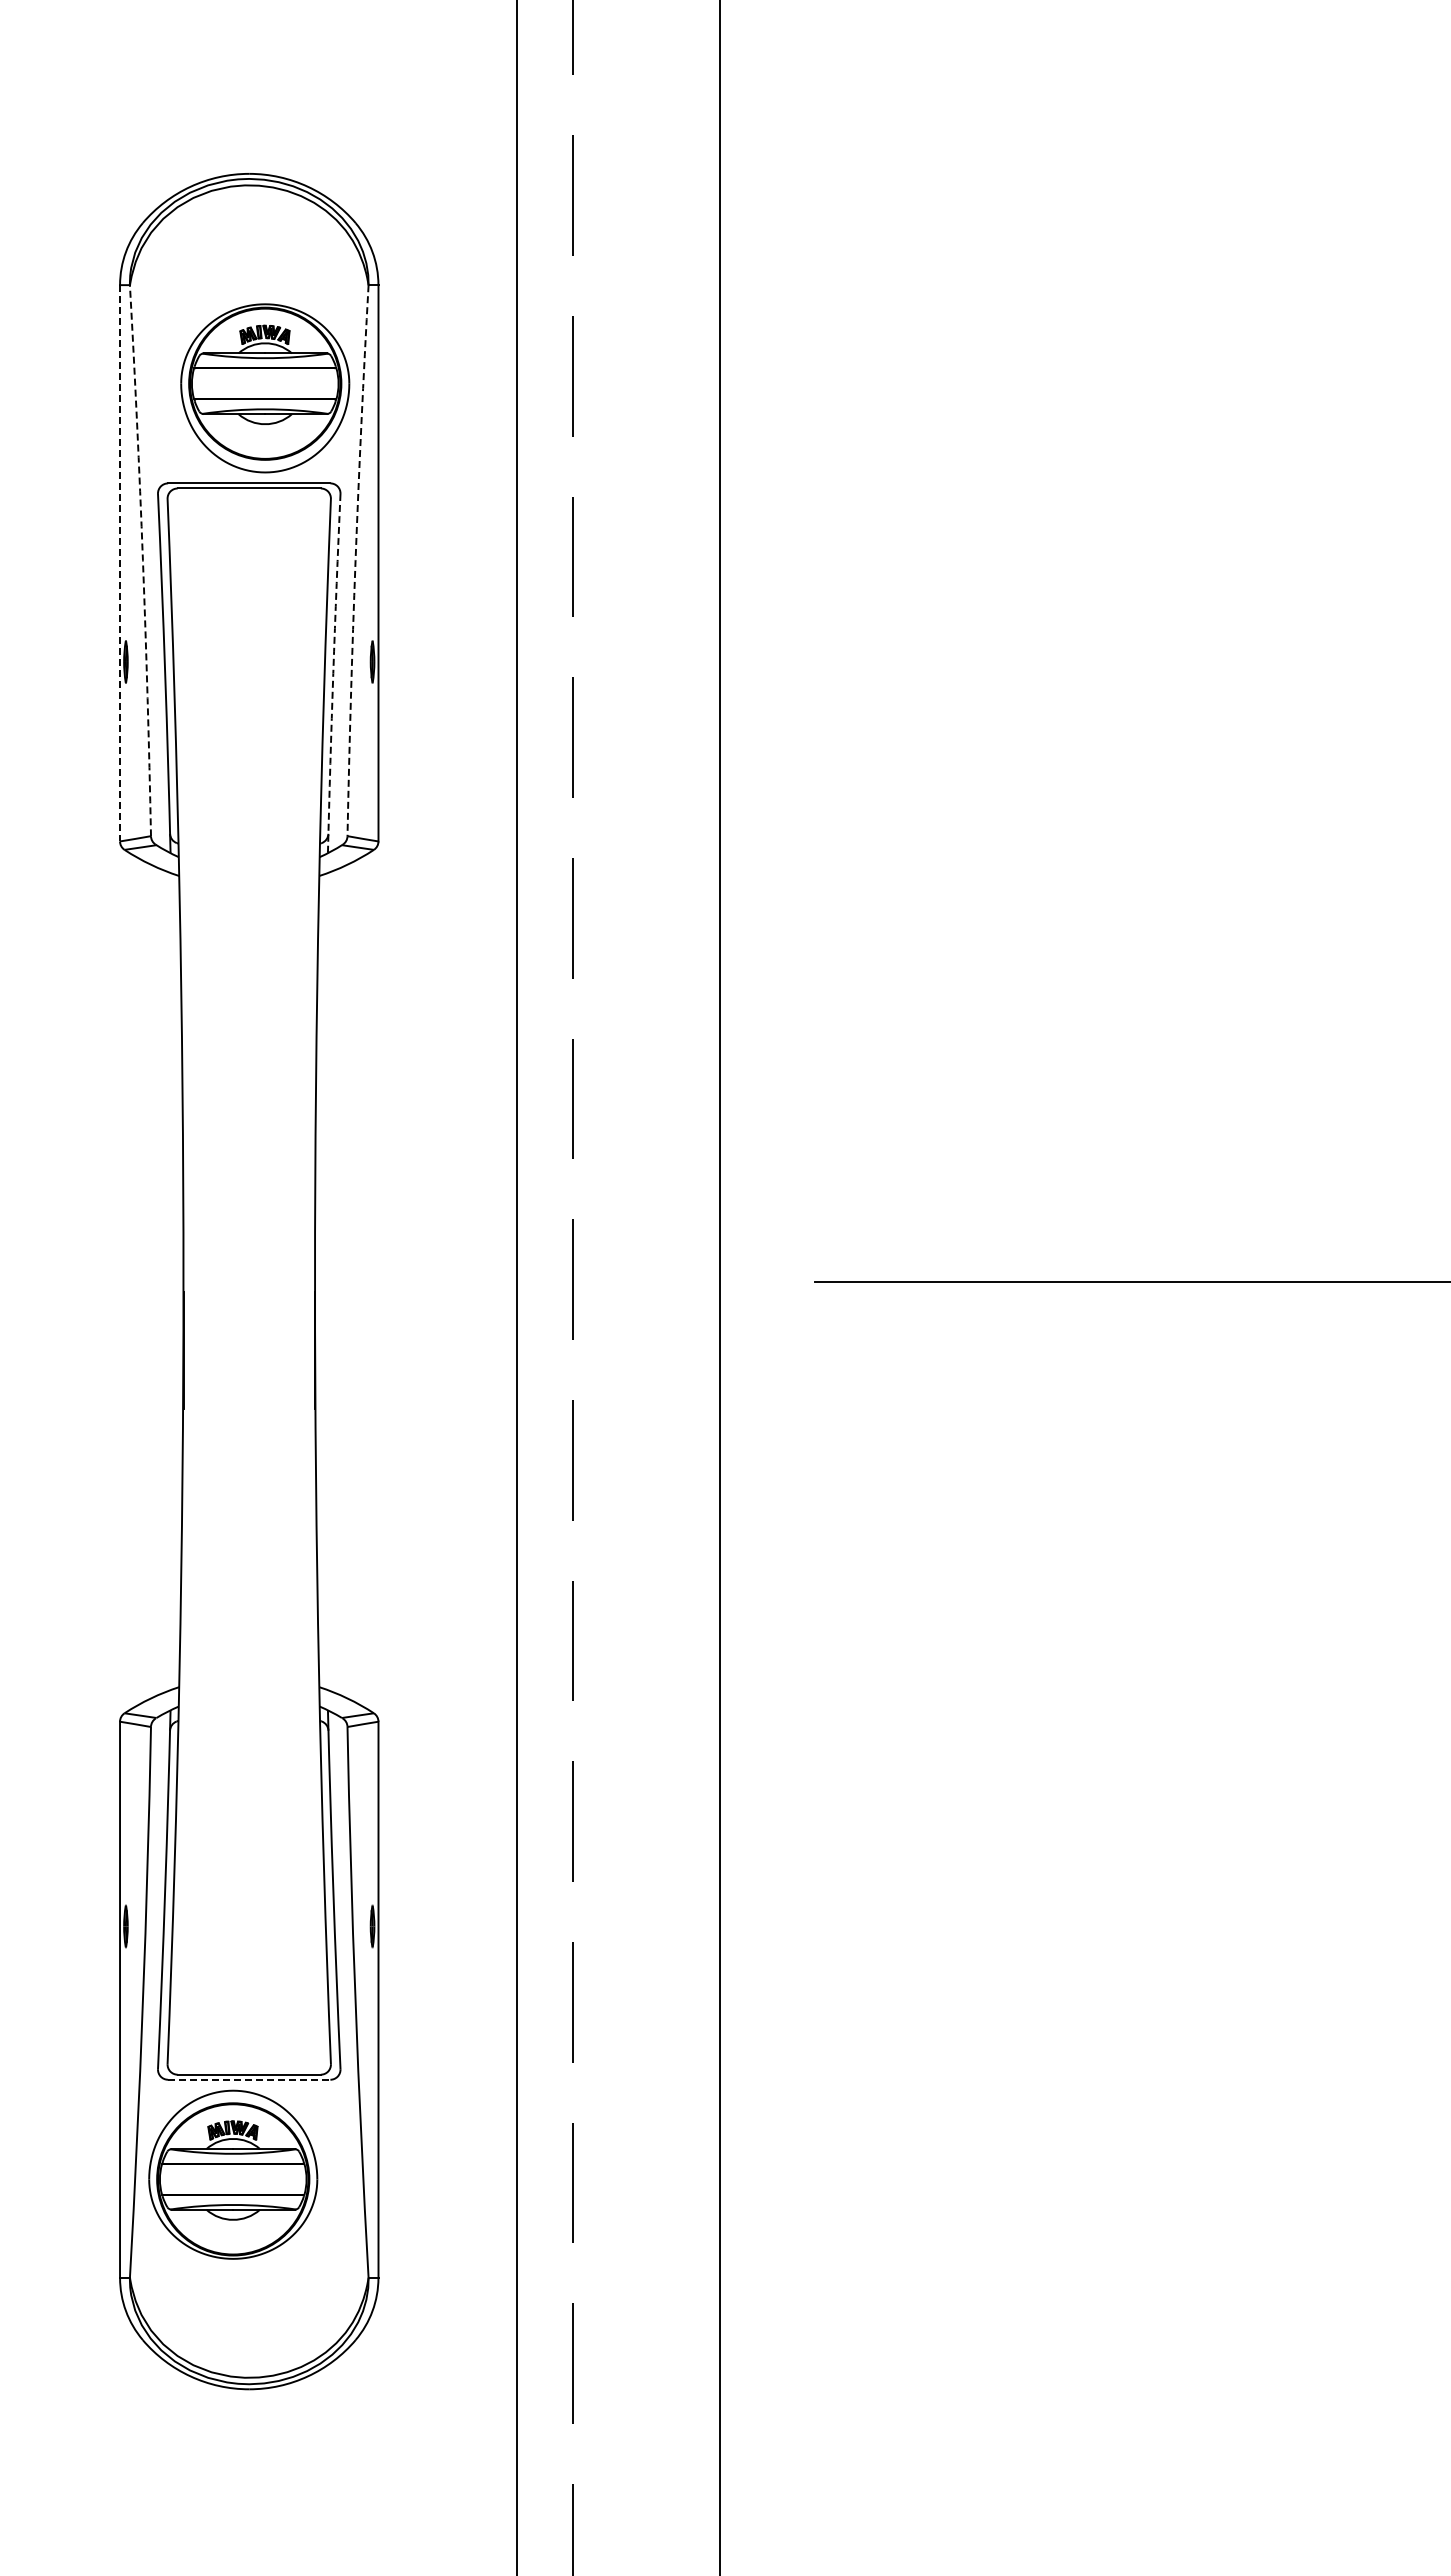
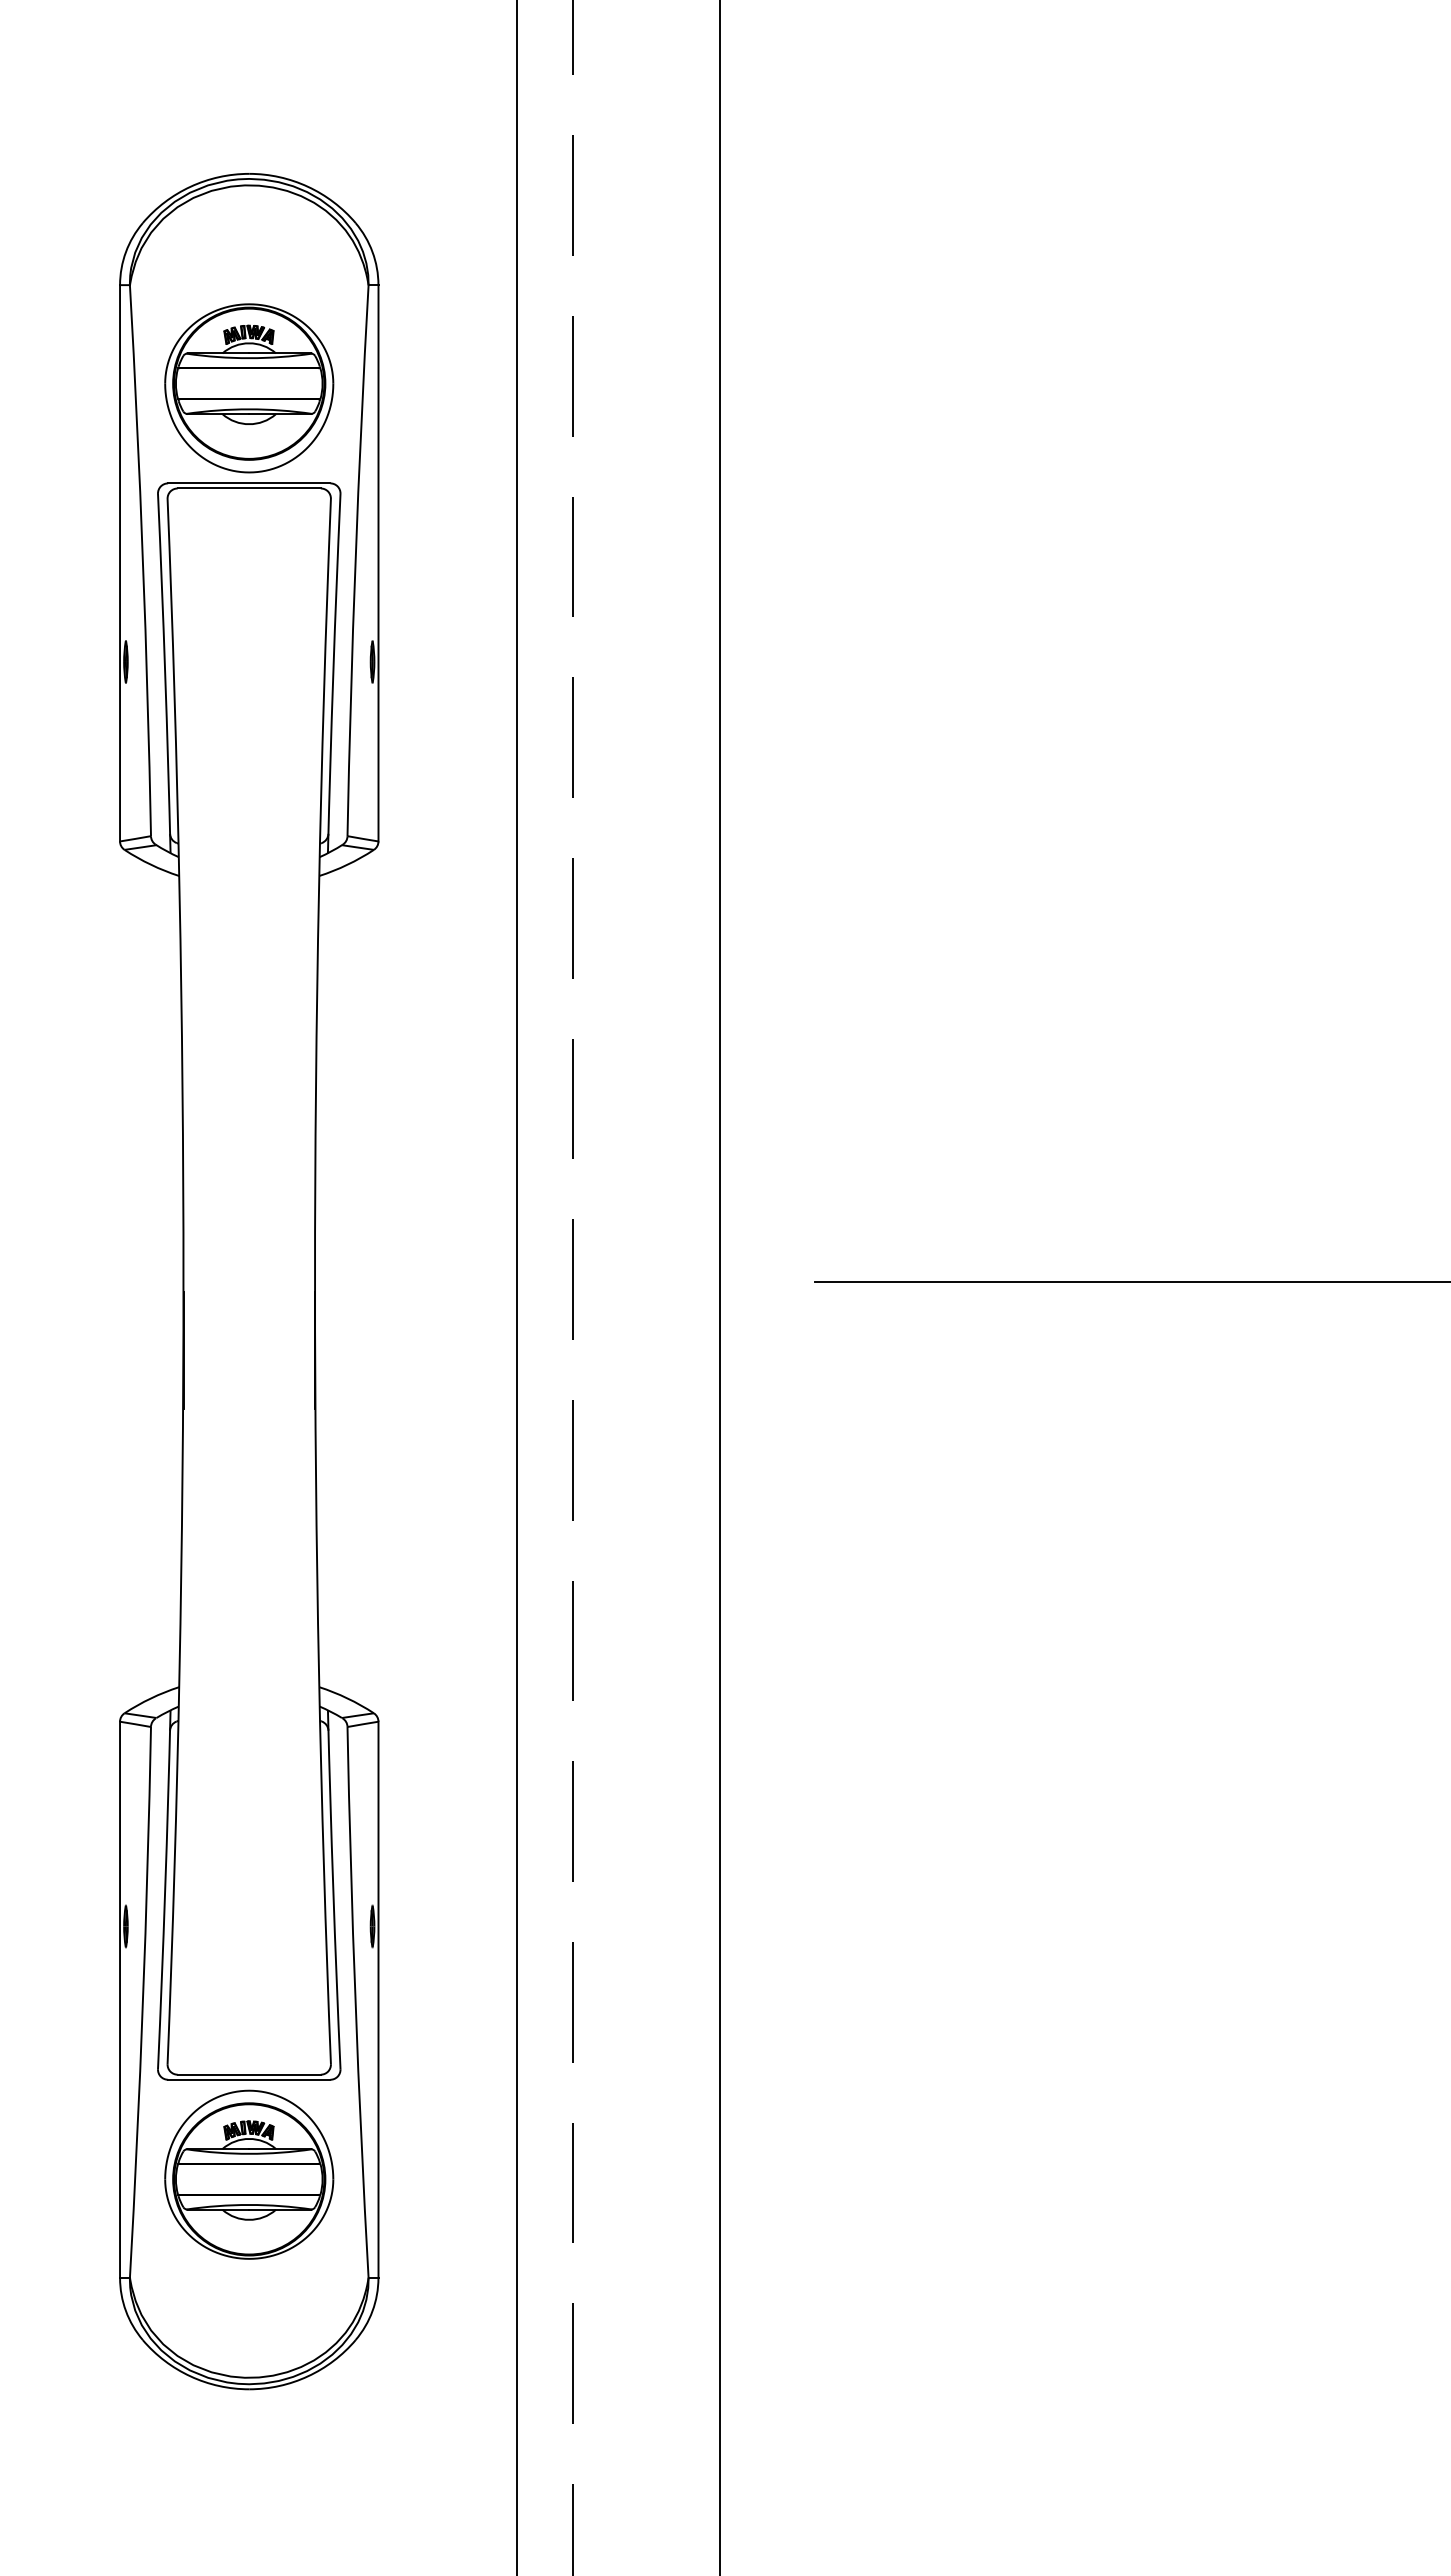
part at (265, 388) position: (265, 388) -> (249, 388)
arc at (142, 560): dashed -> solid
arc at (355, 560): dashed -> solid
line at (120, 563): dashed -> solid
arc at (333, 673): dashed -> solid
line at (249, 2079): dashed -> solid
part at (233, 2174) position: (233, 2174) -> (249, 2174)
